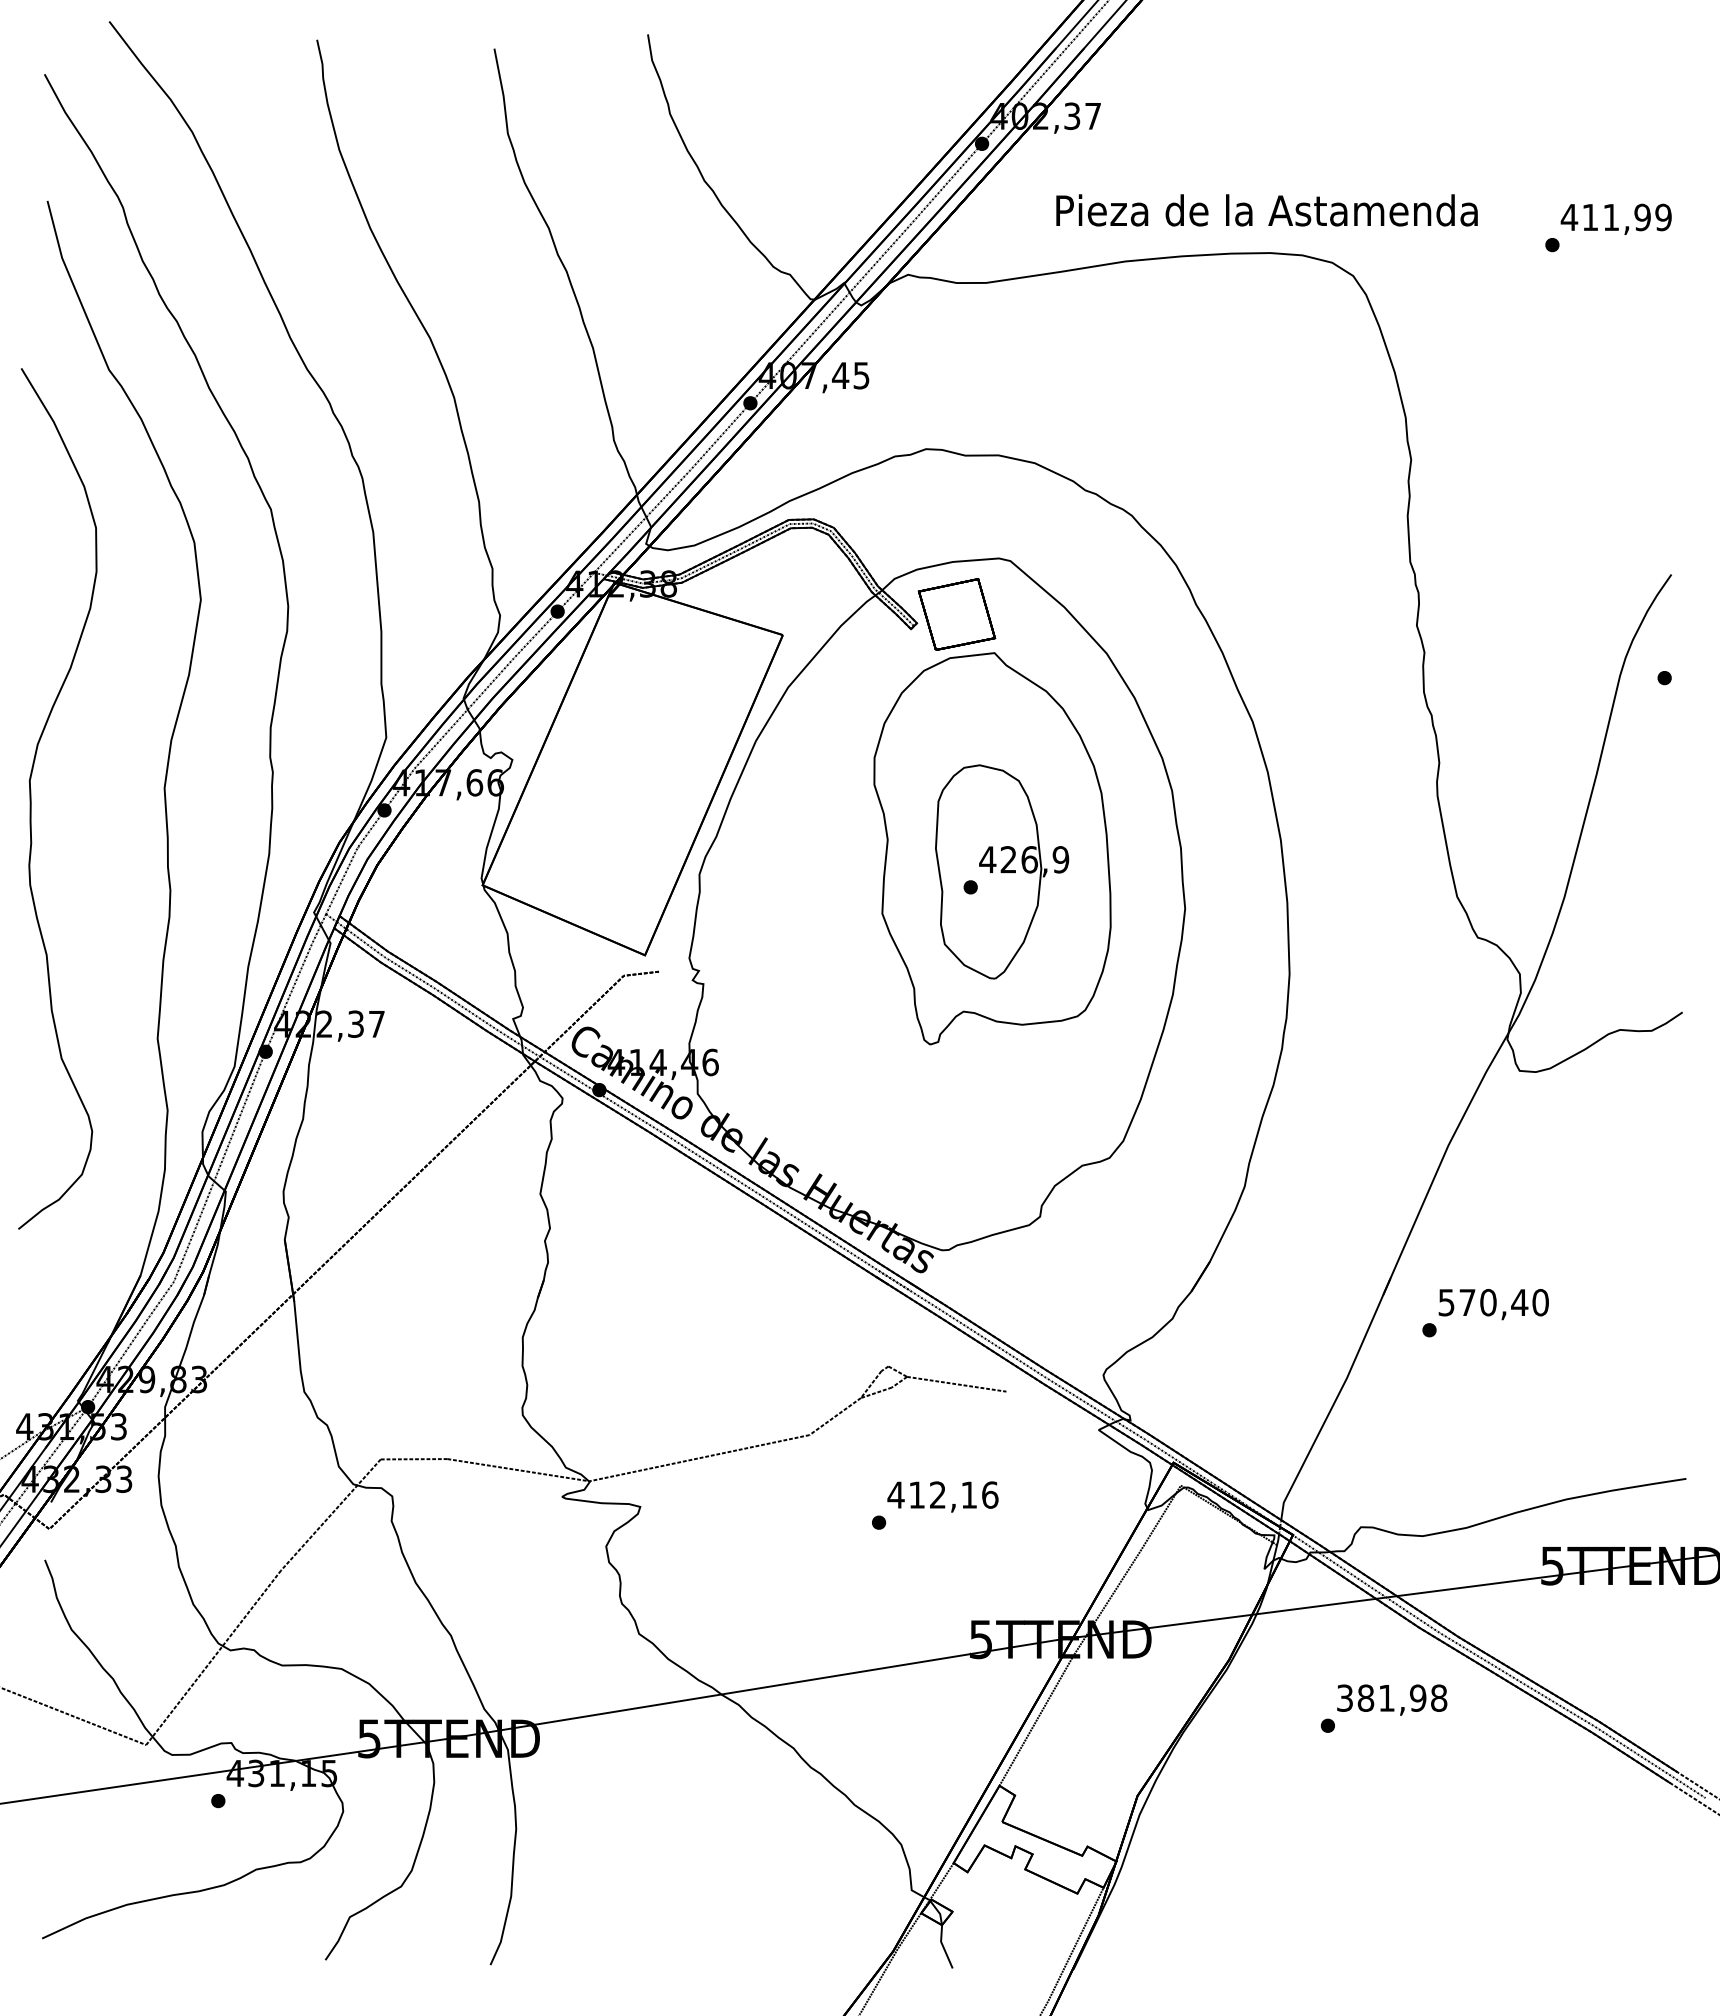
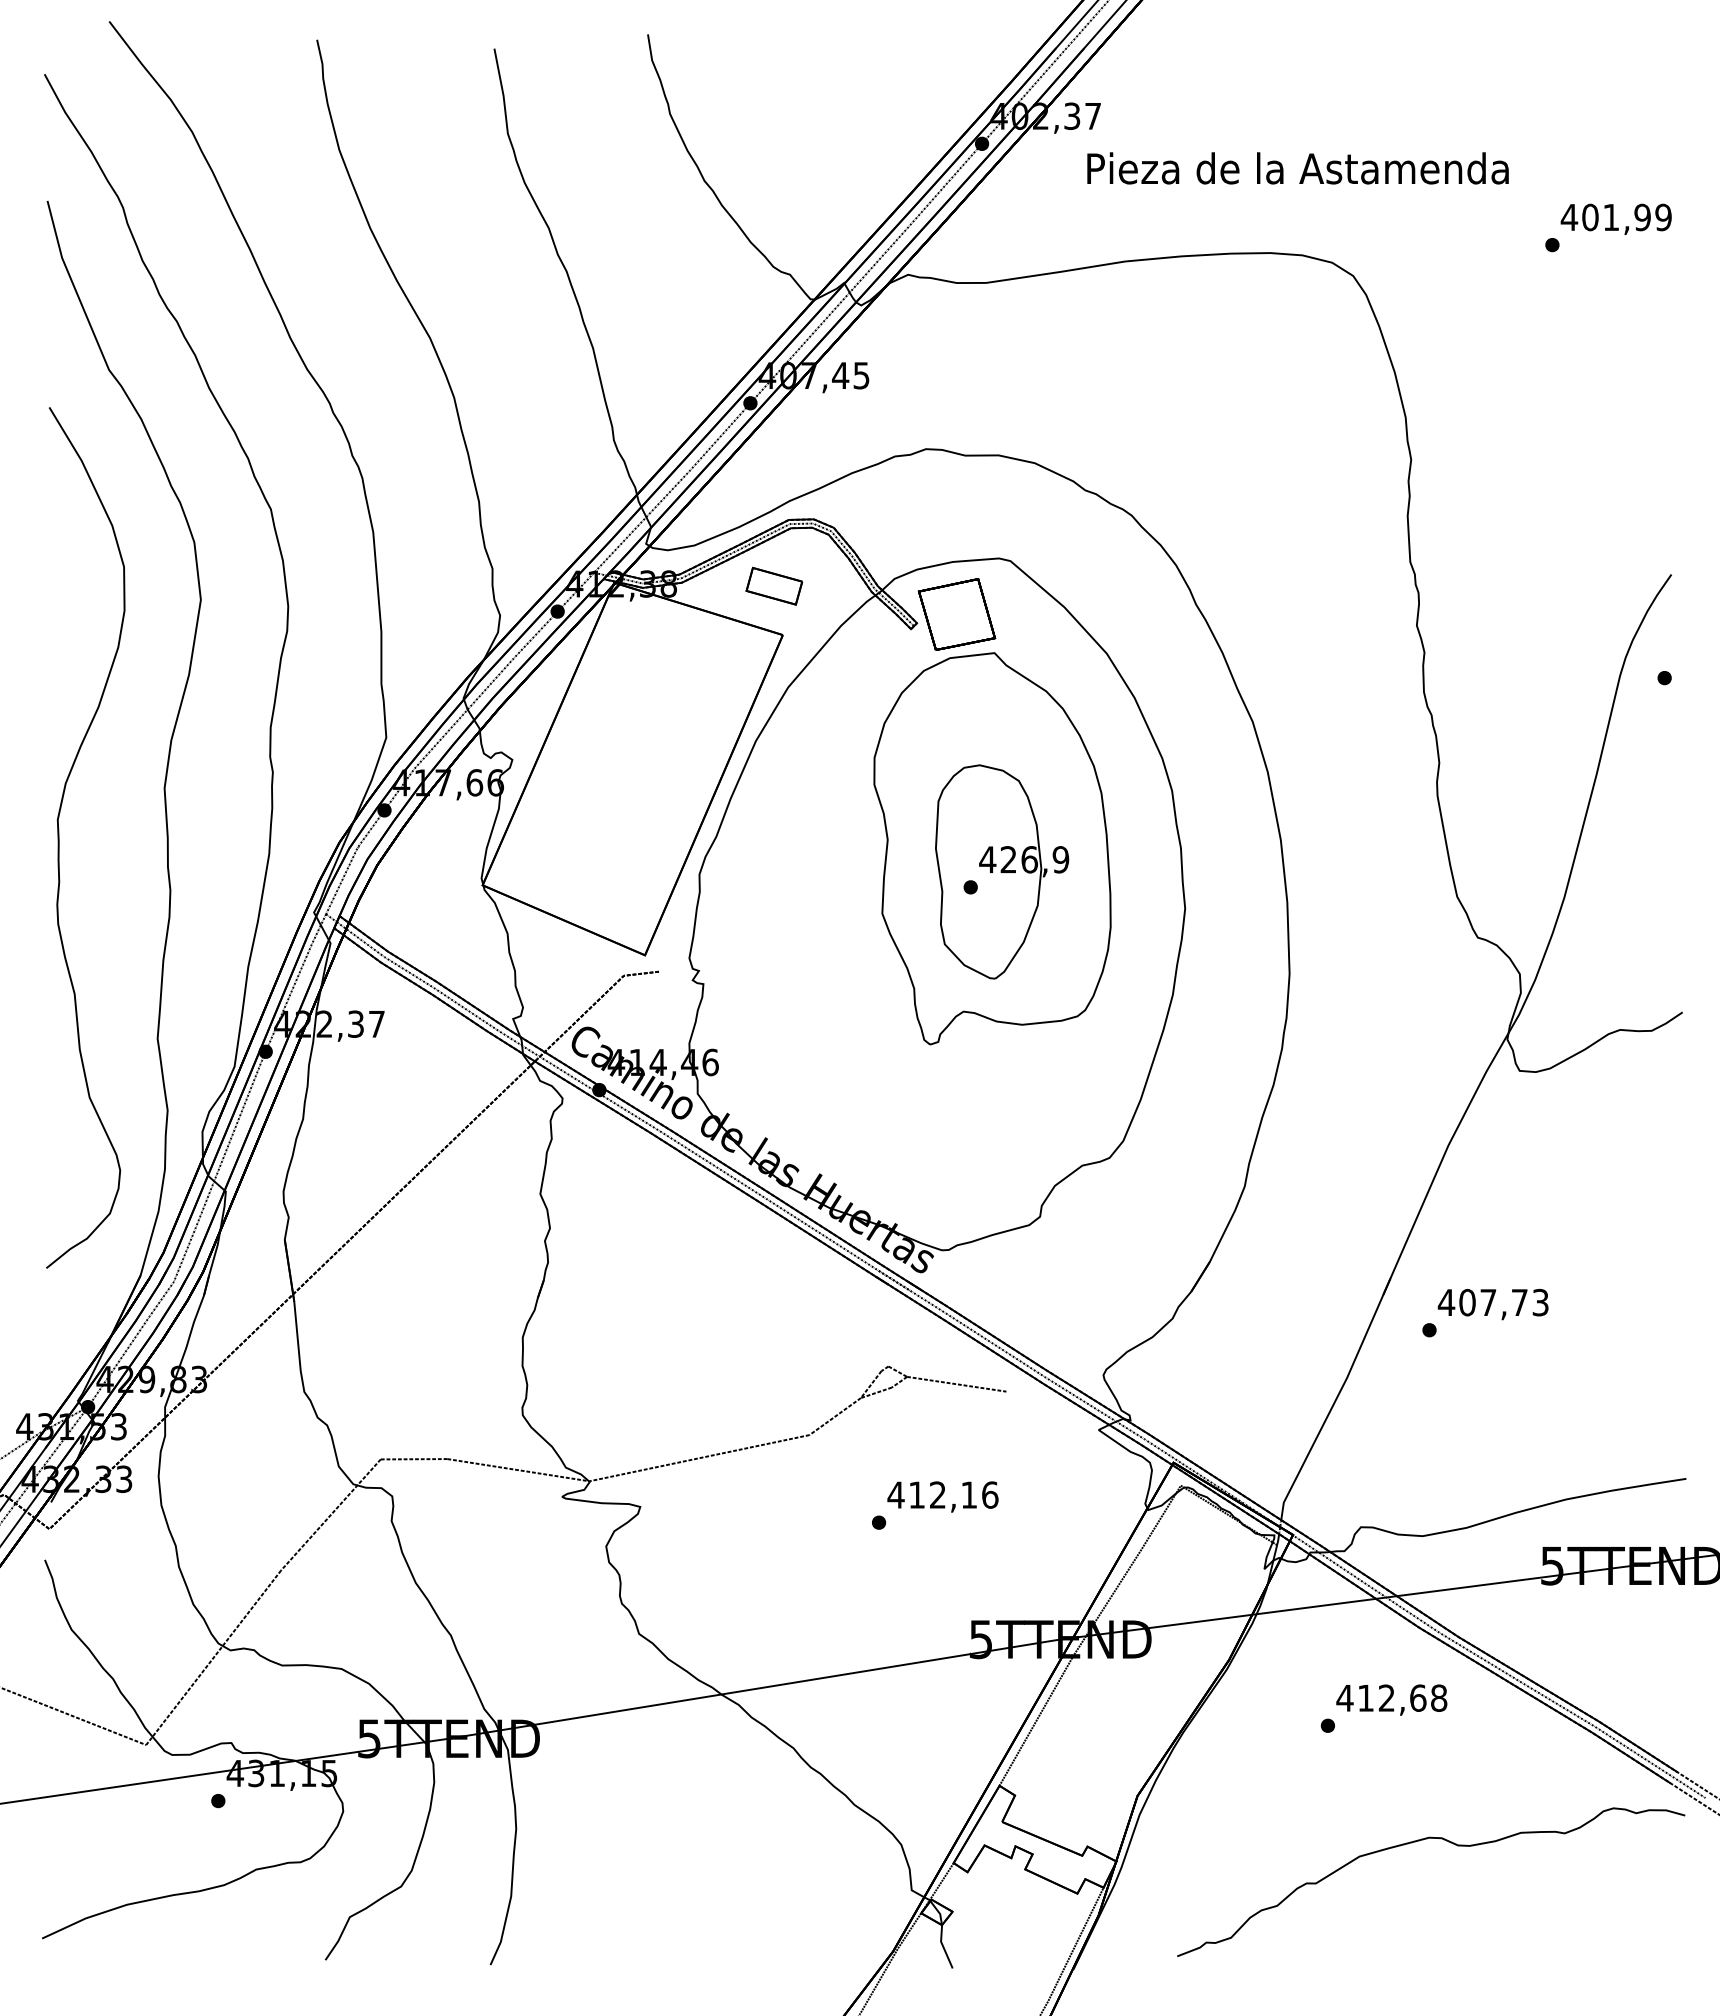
text at (1266, 210) position: (1266, 210) -> (1297, 168)
text at (1590, 217): 411,99 -> 401,99
part at (774, 585): none -> present
part at (31, 798) position: (31, 798) -> (59, 837)
text at (1492, 1302): 570,40 -> 407,73
text at (1381, 1697): 381,98 -> 412,68
curve at (1419, 1841): none -> present
